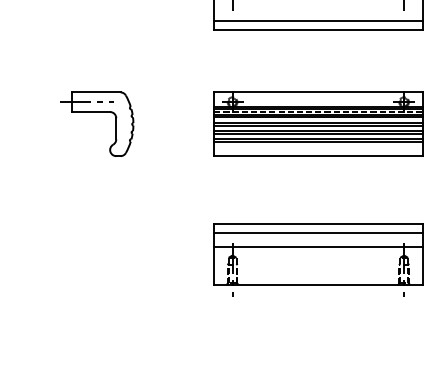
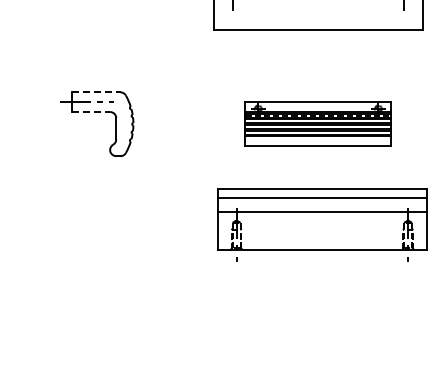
line at (318, 20): present -> none
line at (96, 92): solid -> dashed
line at (91, 112): solid -> dashed
part at (318, 123) size: 211x66 px -> 148x46 px
part at (318, 259) position: (318, 259) -> (322, 224)
